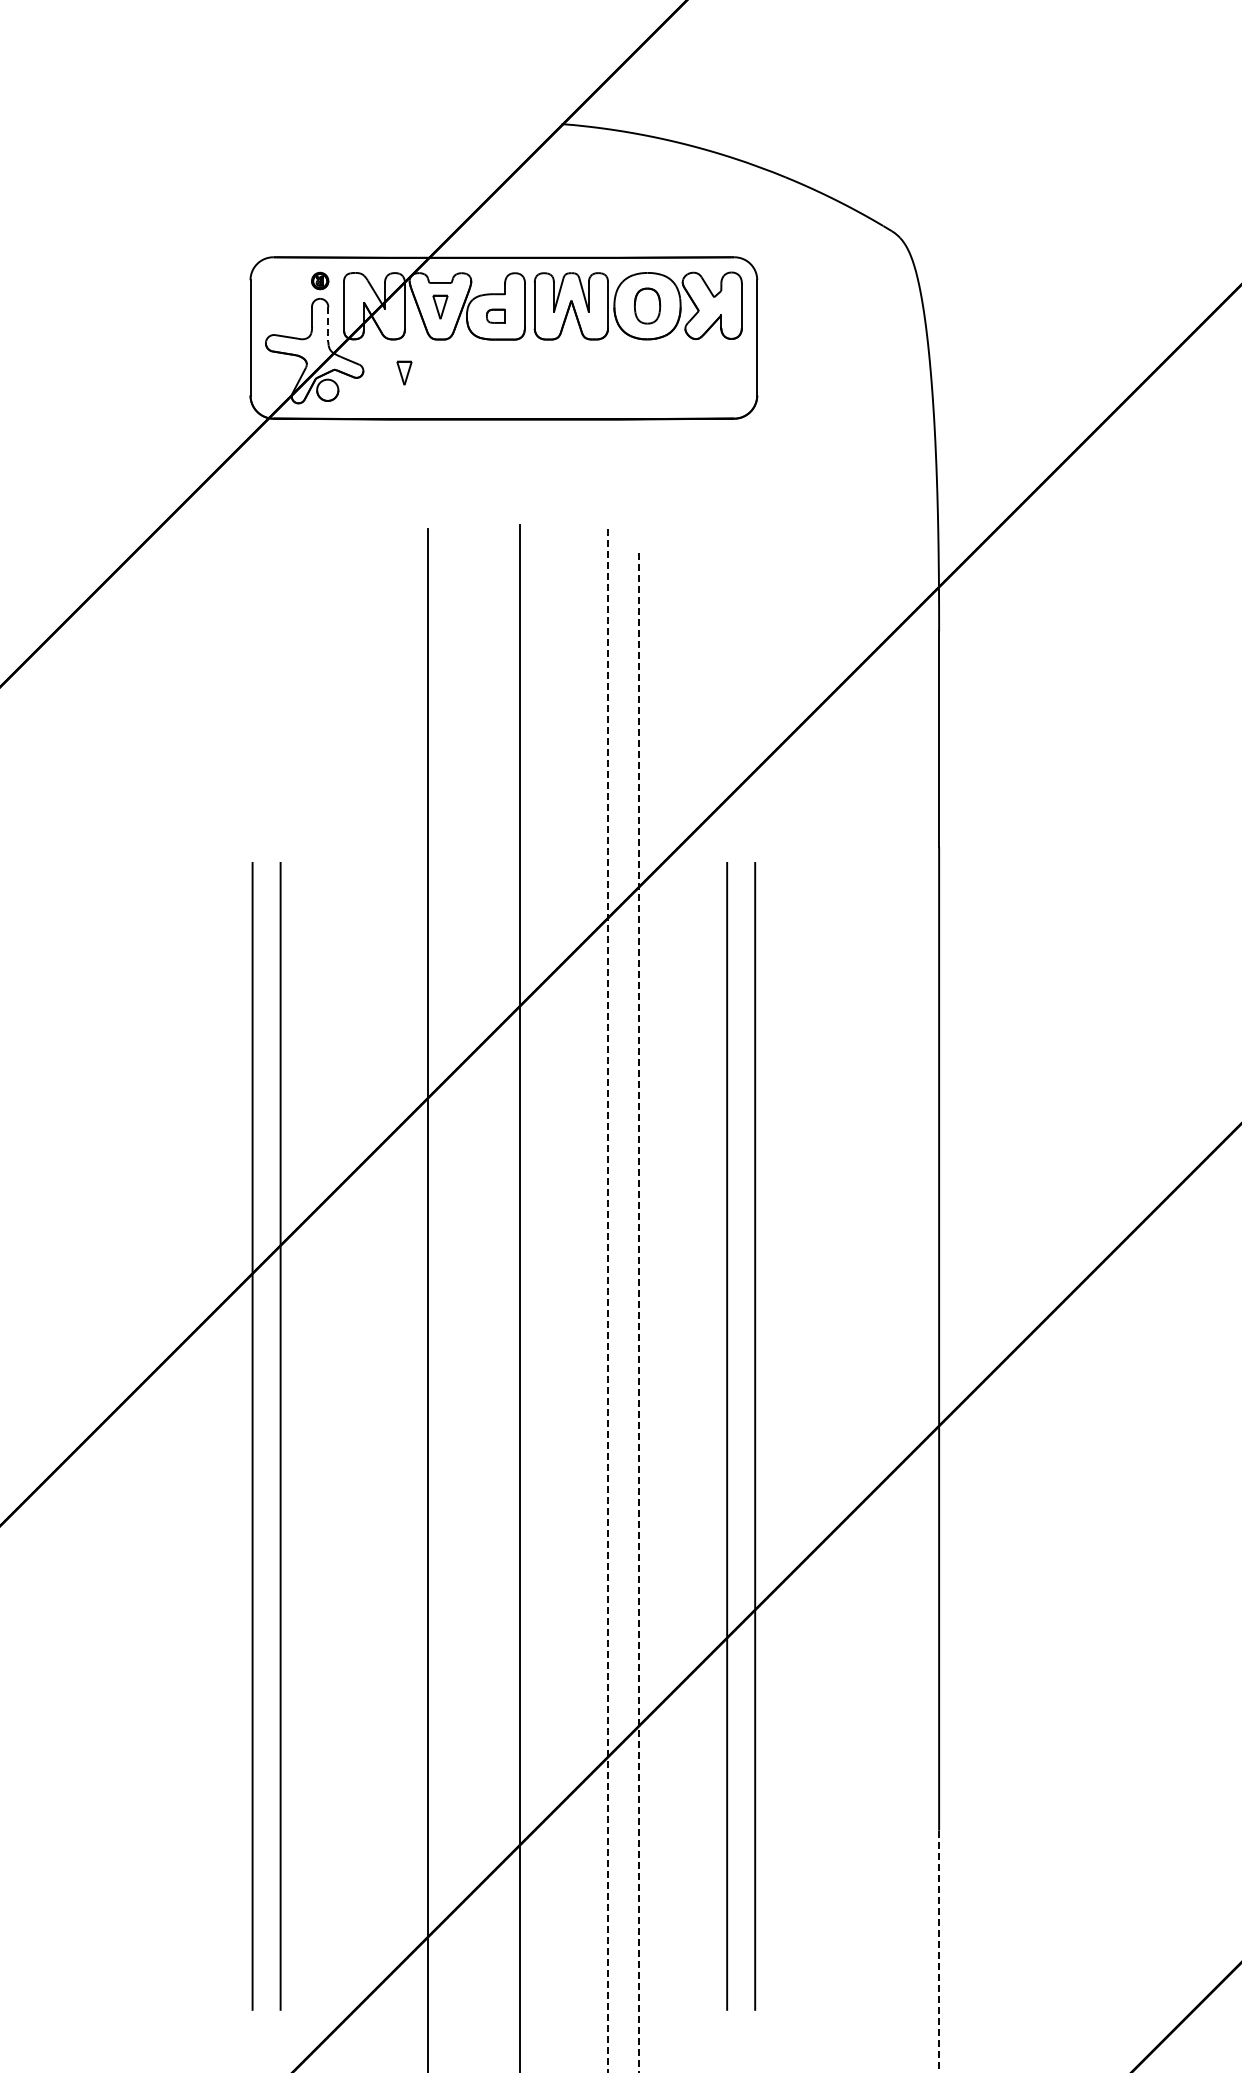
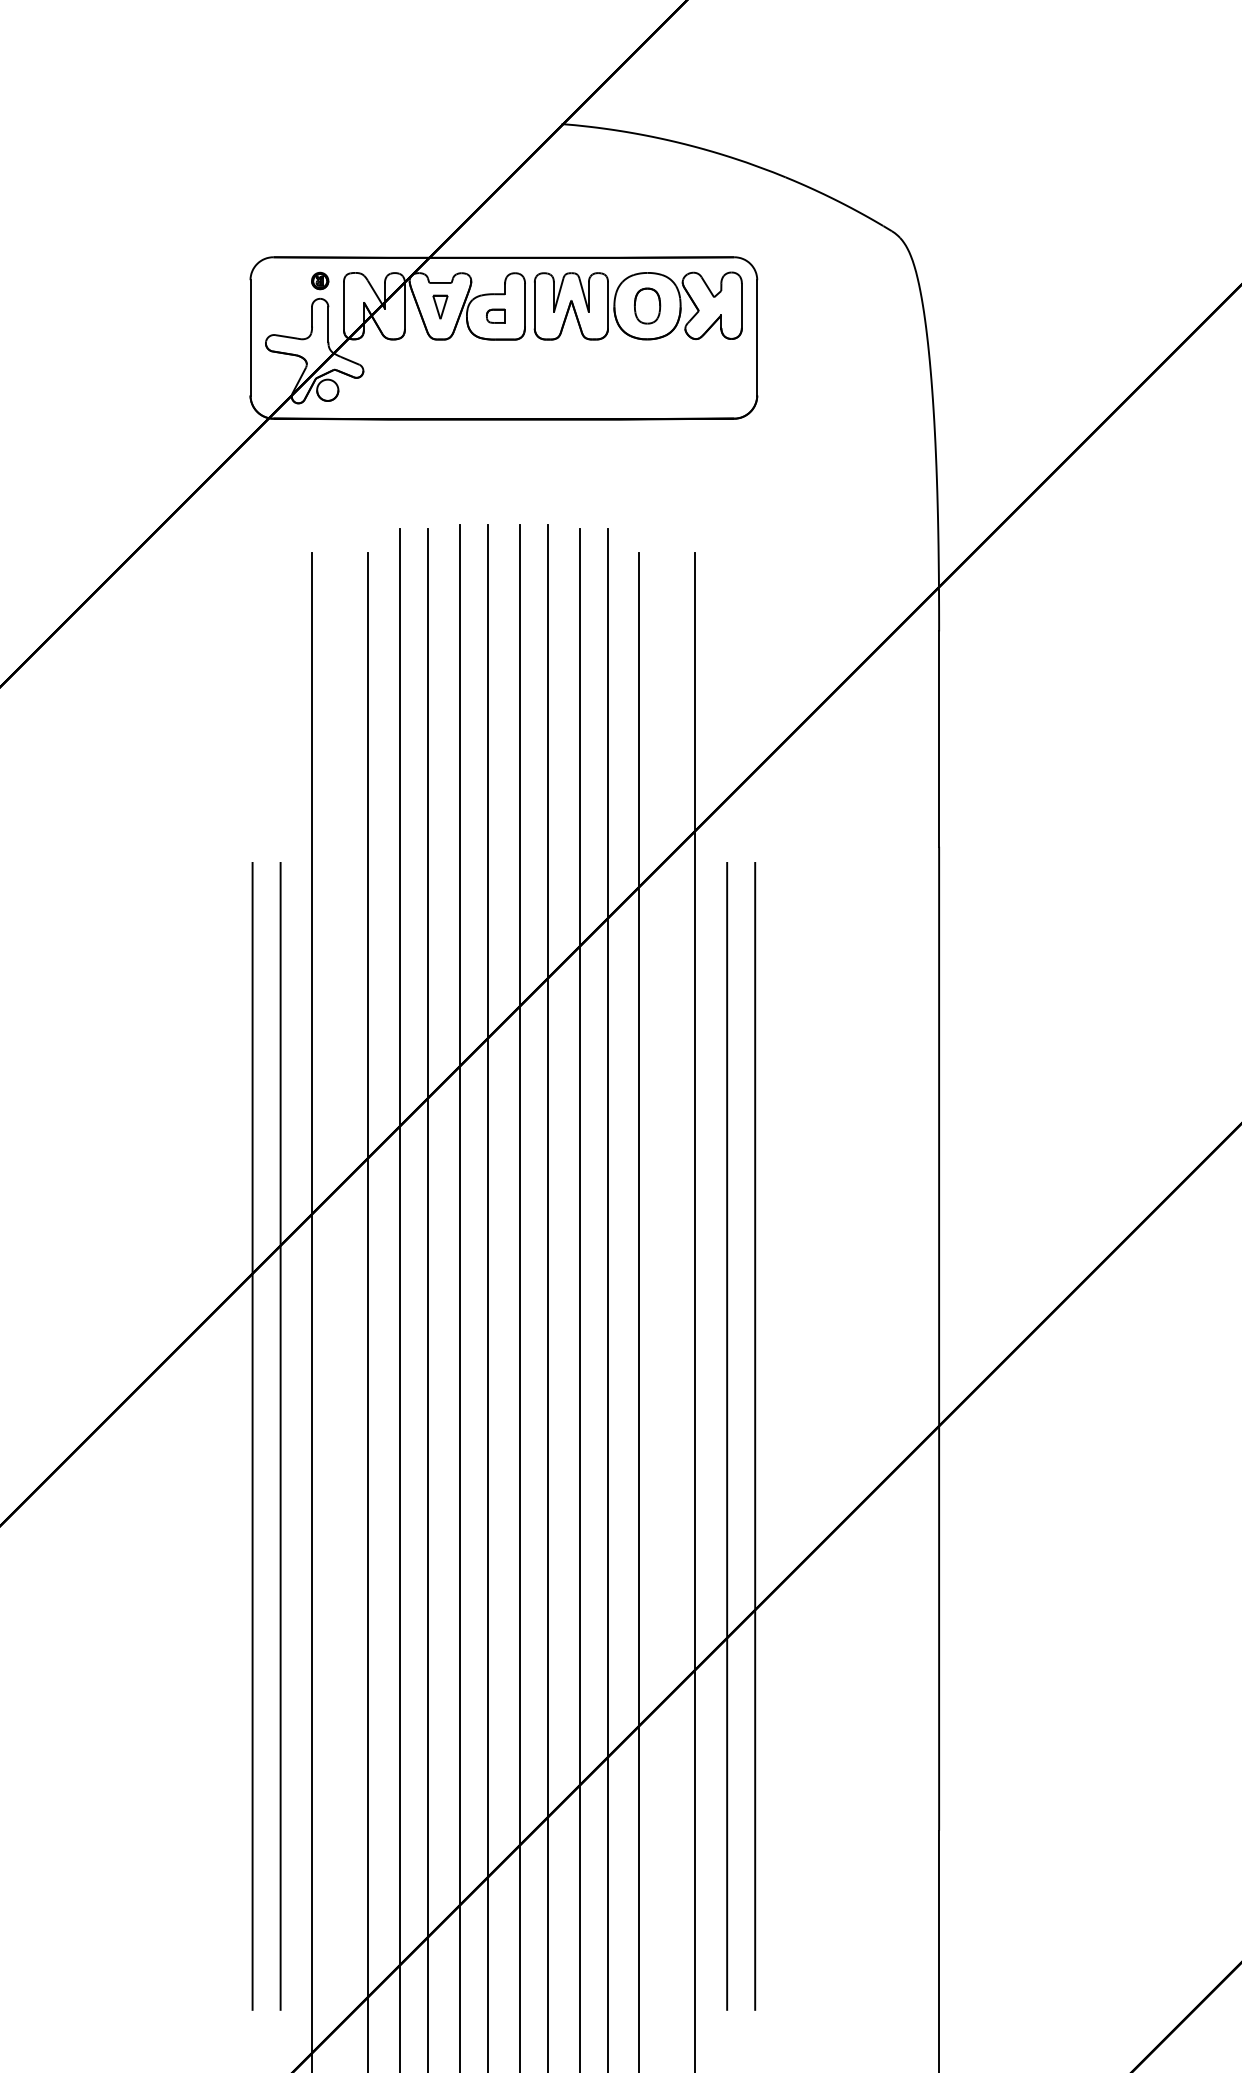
line at (328, 325): dashed -> solid
part at (404, 372): present -> none
line at (459, 1296): none -> present
line at (488, 1296): none -> present
line at (547, 1296): none -> present
line at (400, 1298): none -> present
line at (579, 1298): none -> present
line at (607, 1300): dashed -> solid
line at (312, 1310): none -> present
line at (368, 1310): none -> present
line at (695, 1310): none -> present
line at (639, 1312): dashed -> solid
line at (939, 1951): dashed -> solid
